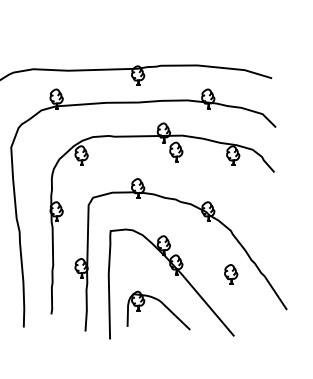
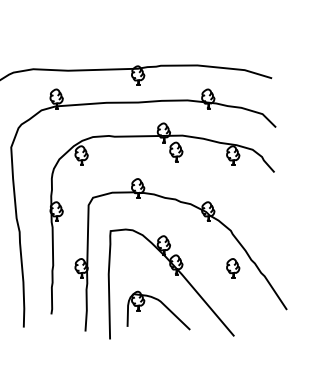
part at (231, 274) position: (231, 274) -> (233, 268)
